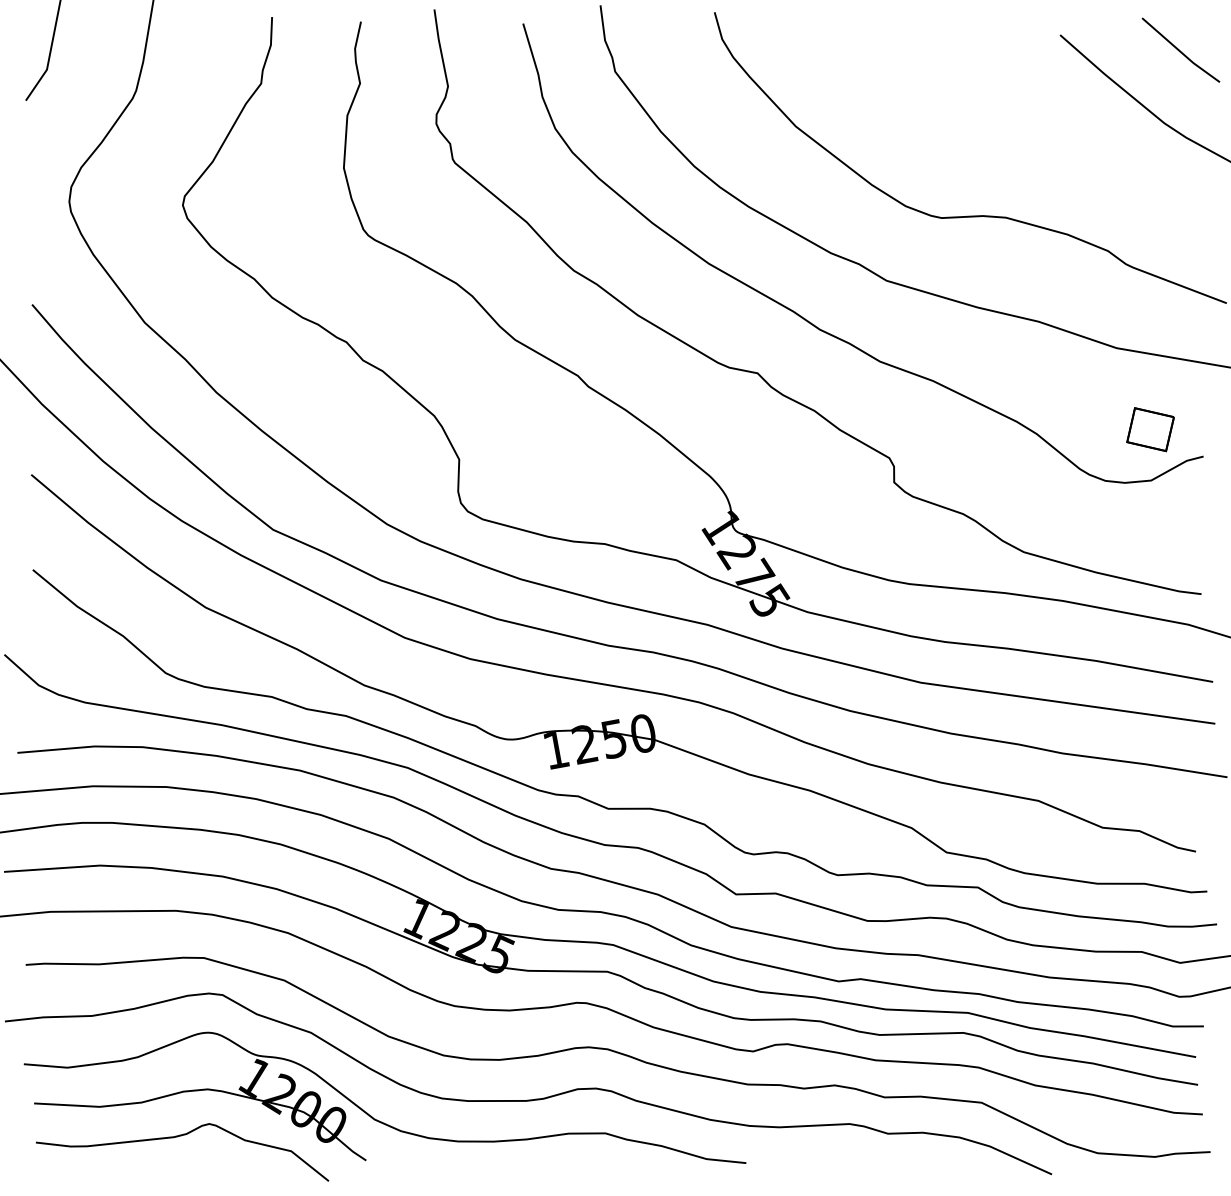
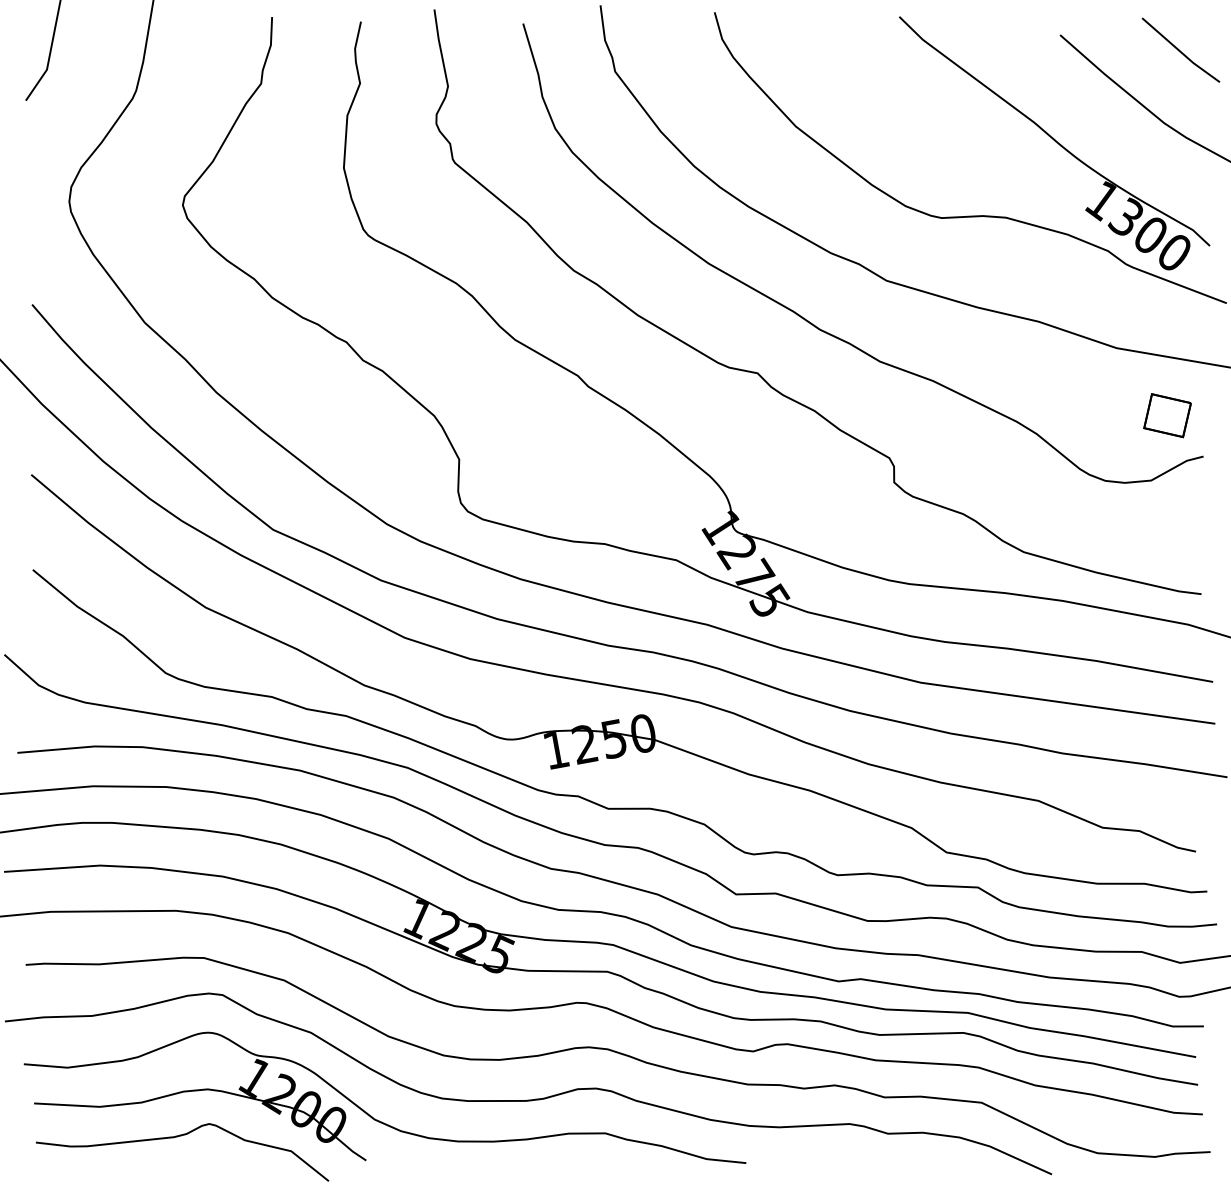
part at (1054, 143): none -> present
part at (1150, 429) position: (1150, 429) -> (1167, 415)
